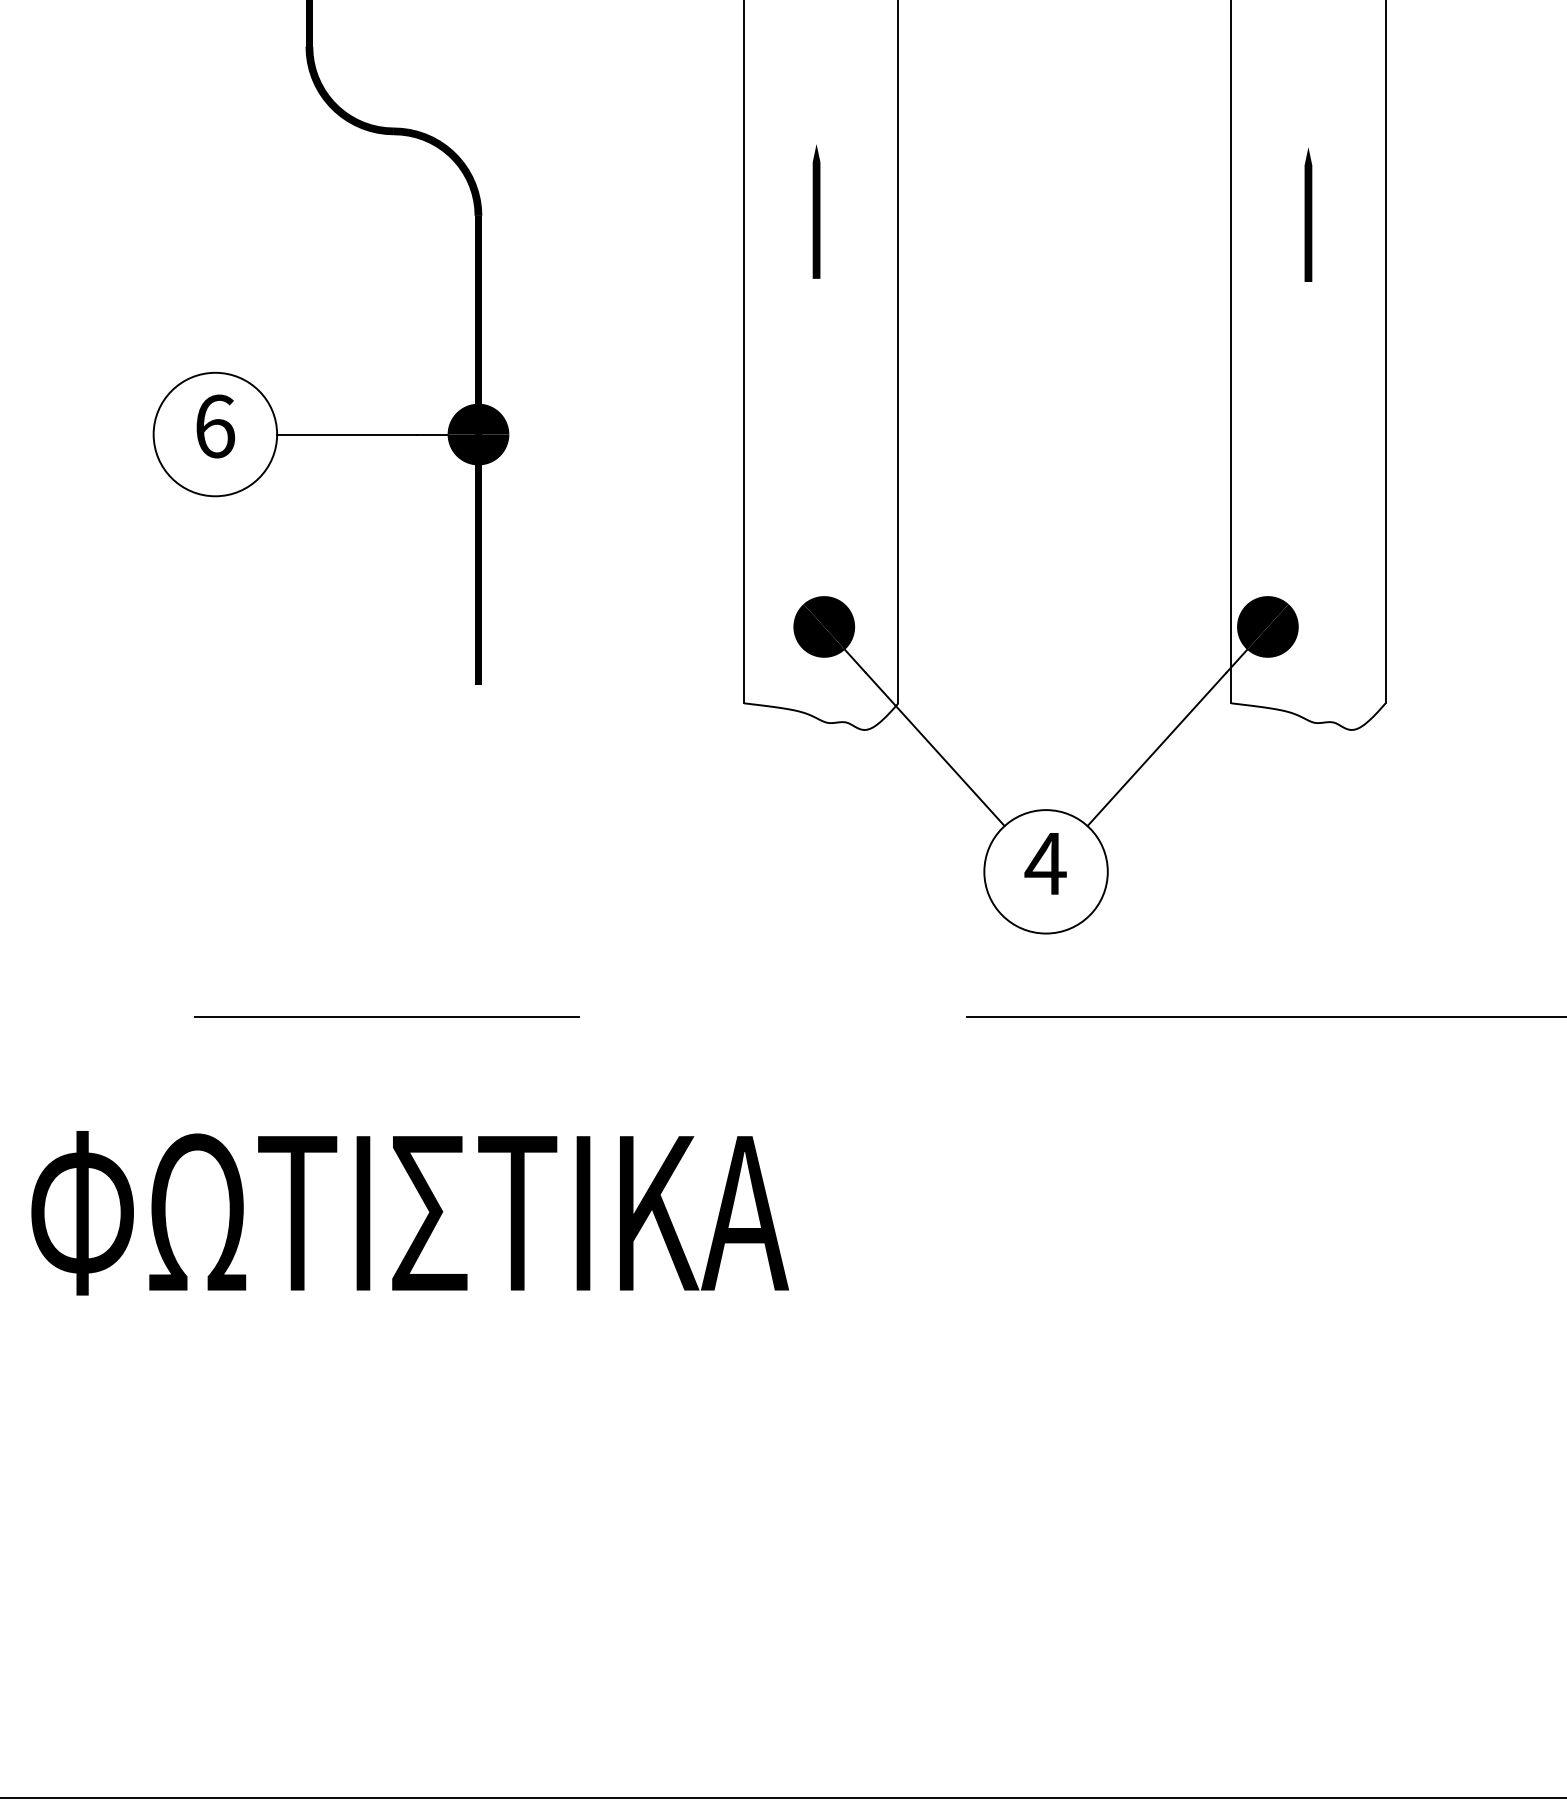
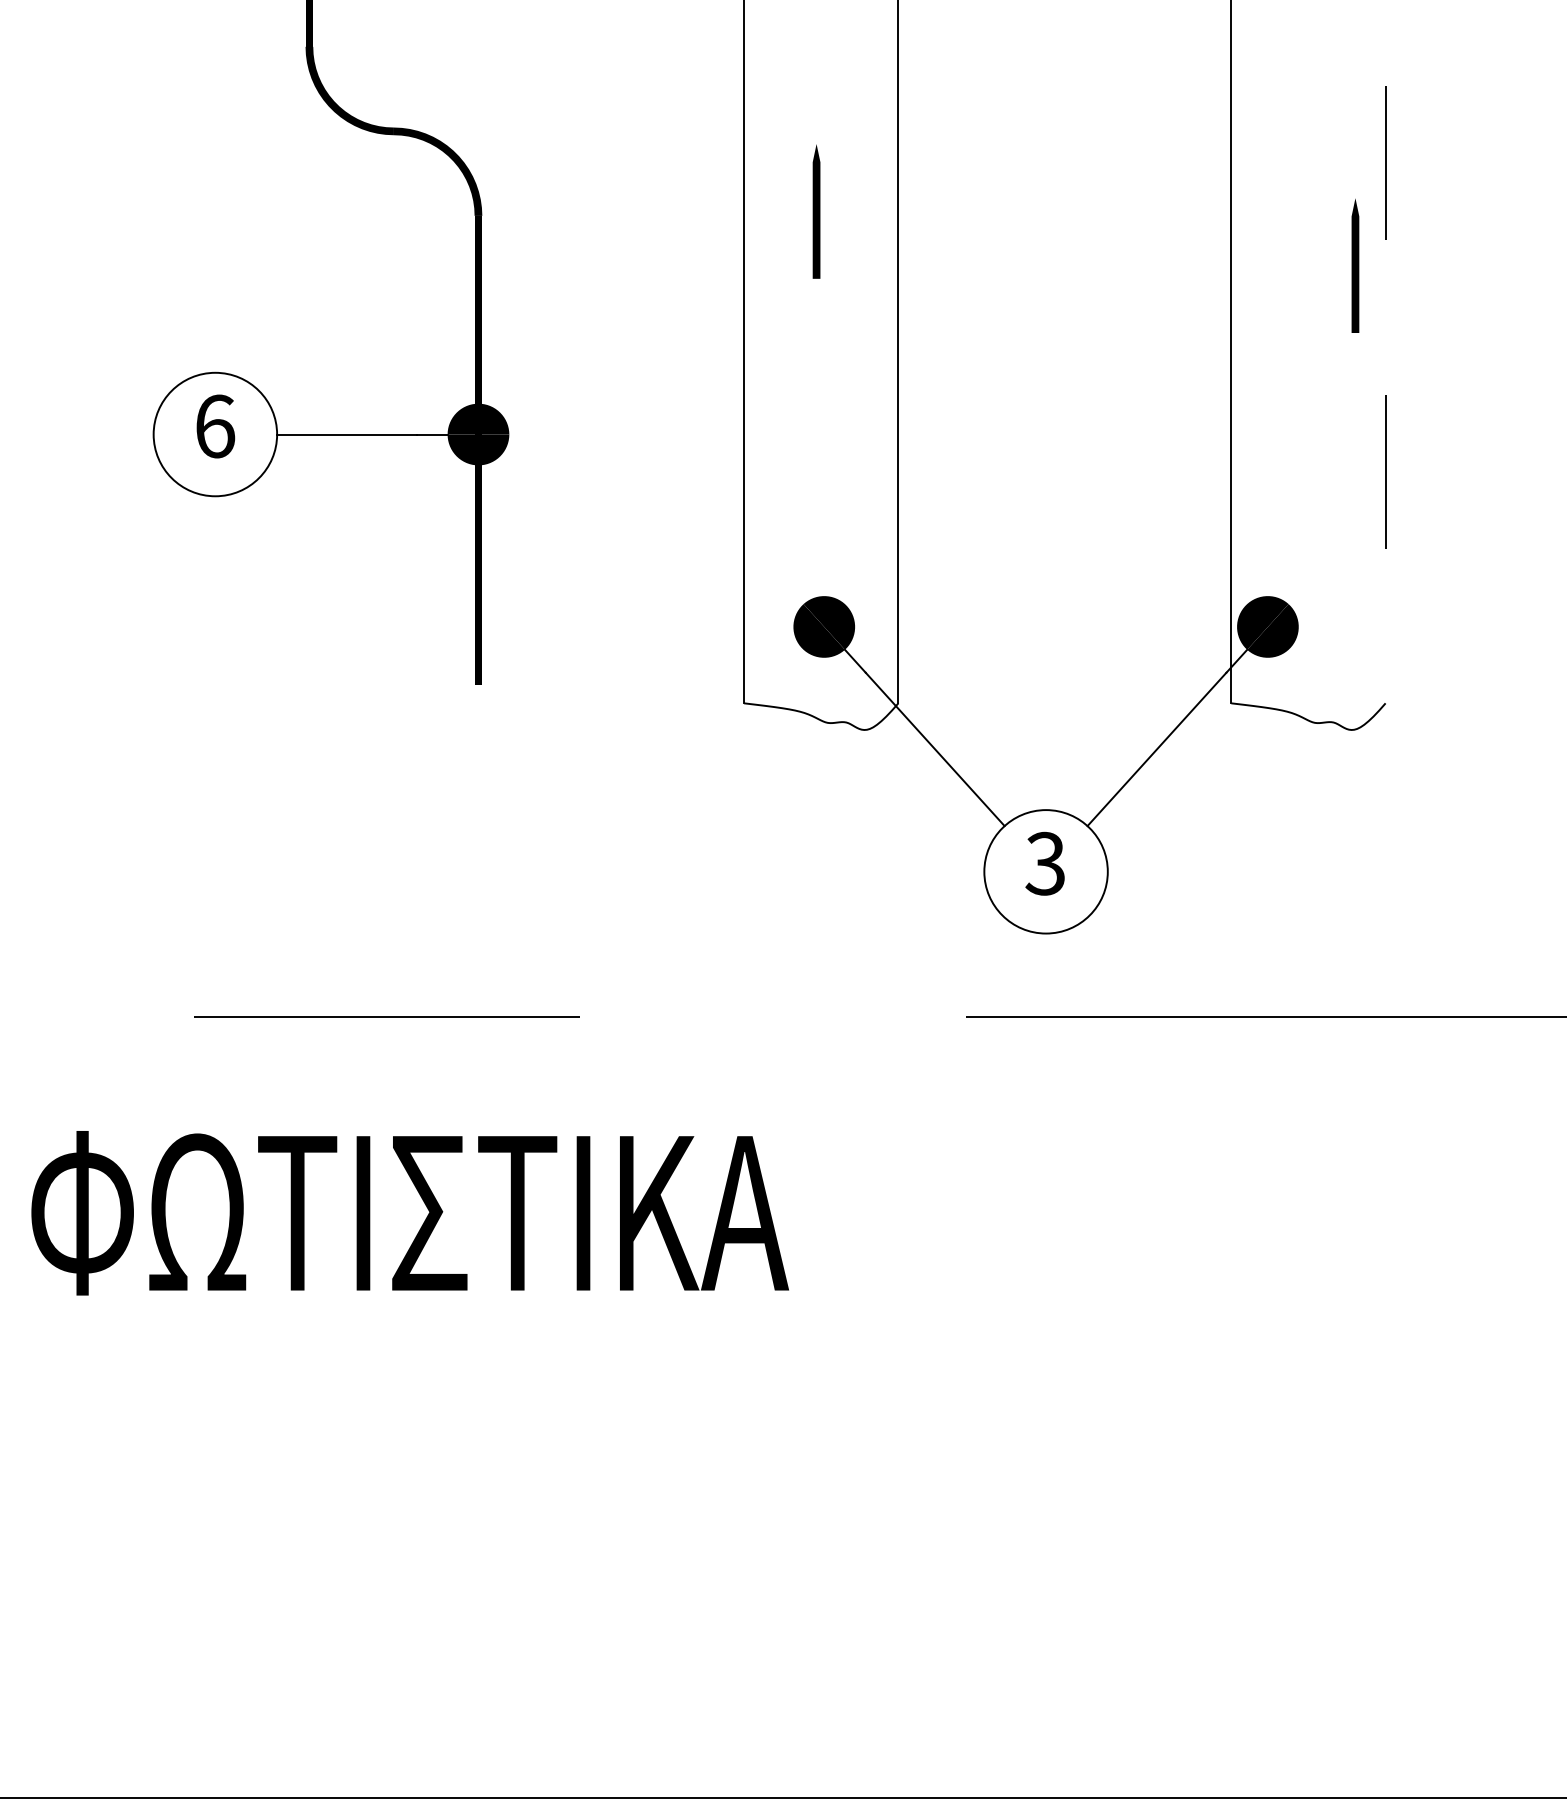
line at (1308, 214) position: (1308, 214) -> (1355, 265)
line at (1385, 351): solid -> dashed
text at (1045, 863): 4 -> 3
